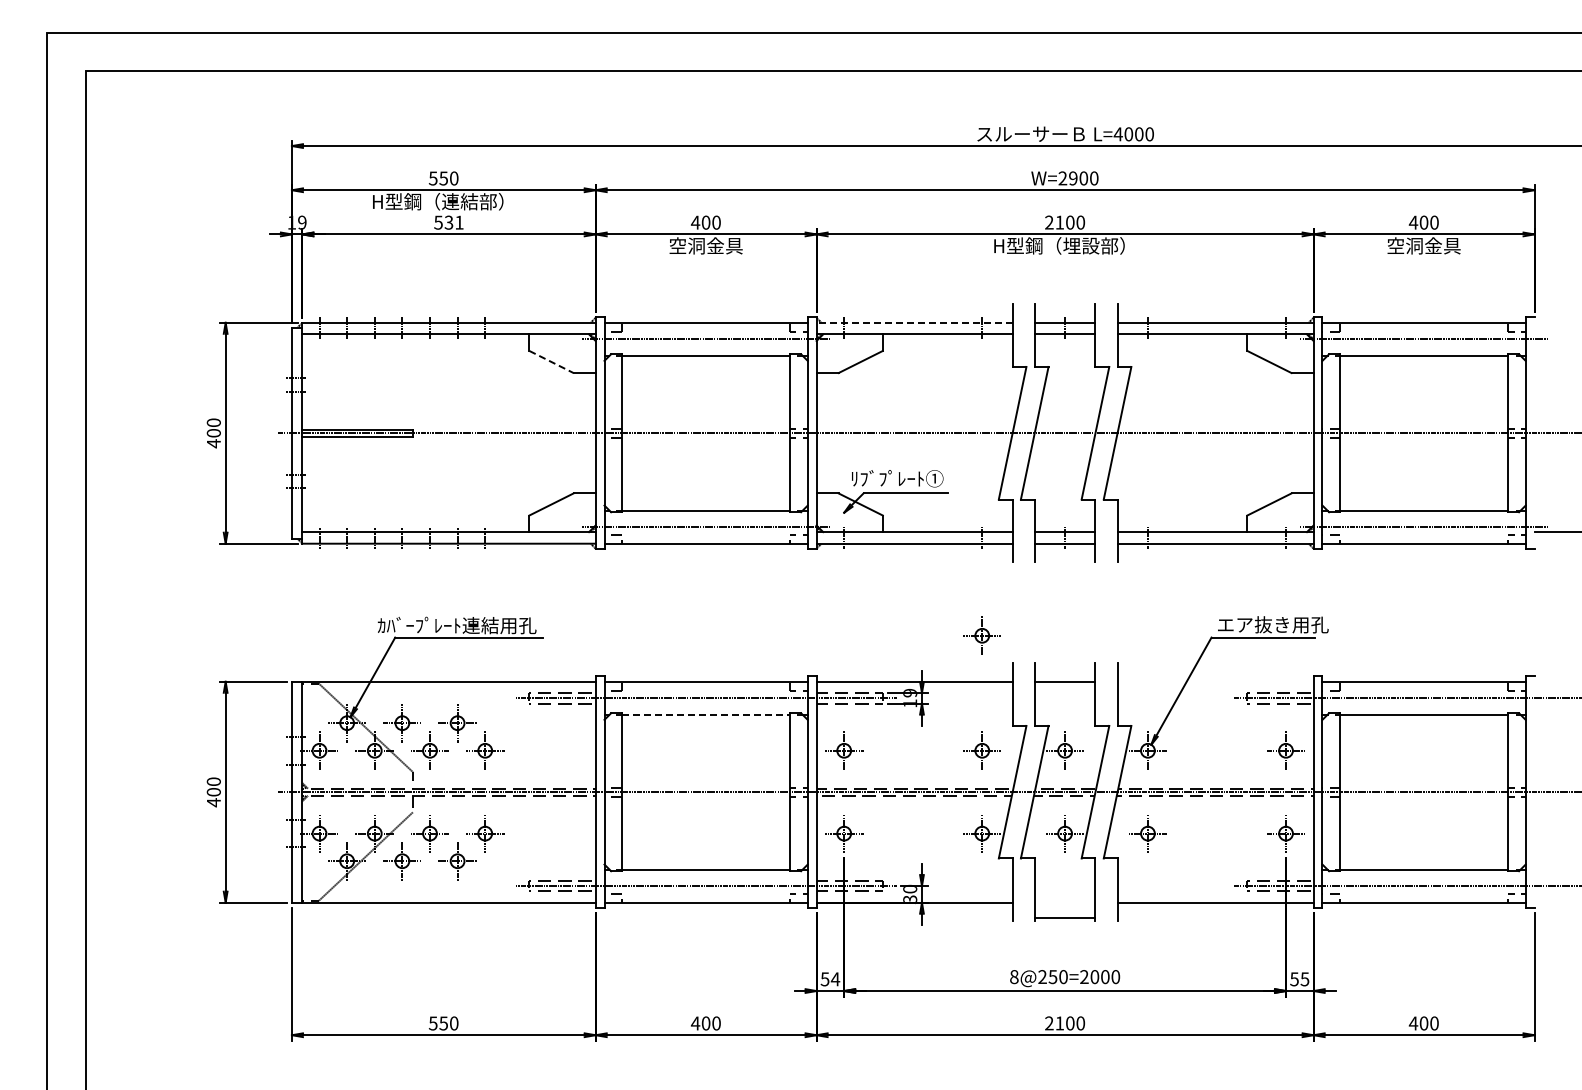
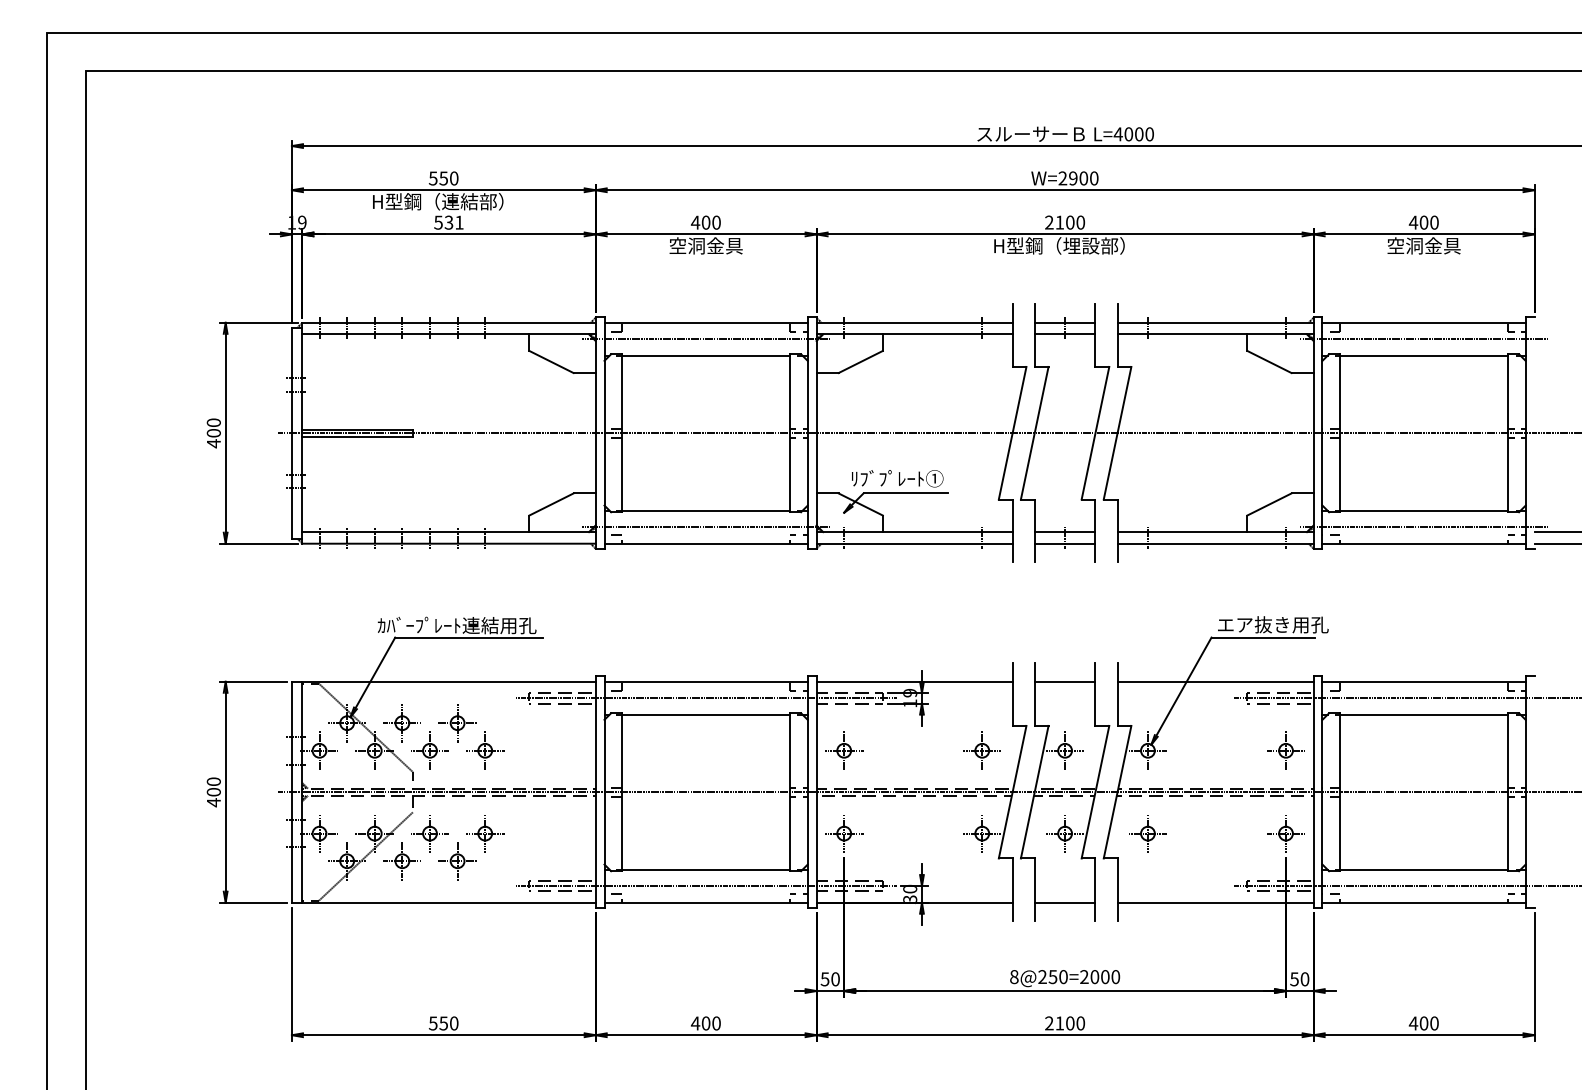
line at (914, 322): dashed -> solid
line at (551, 362): dashed -> solid
line at (1556, 543): none -> present
part at (981, 635): present -> none
line at (1215, 681): none -> present
line at (706, 714): dashed -> solid
line at (1064, 917) position: (1064, 917) -> (1064, 902)
text at (835, 979): 54 -> 50
text at (1304, 979): 55 -> 50
